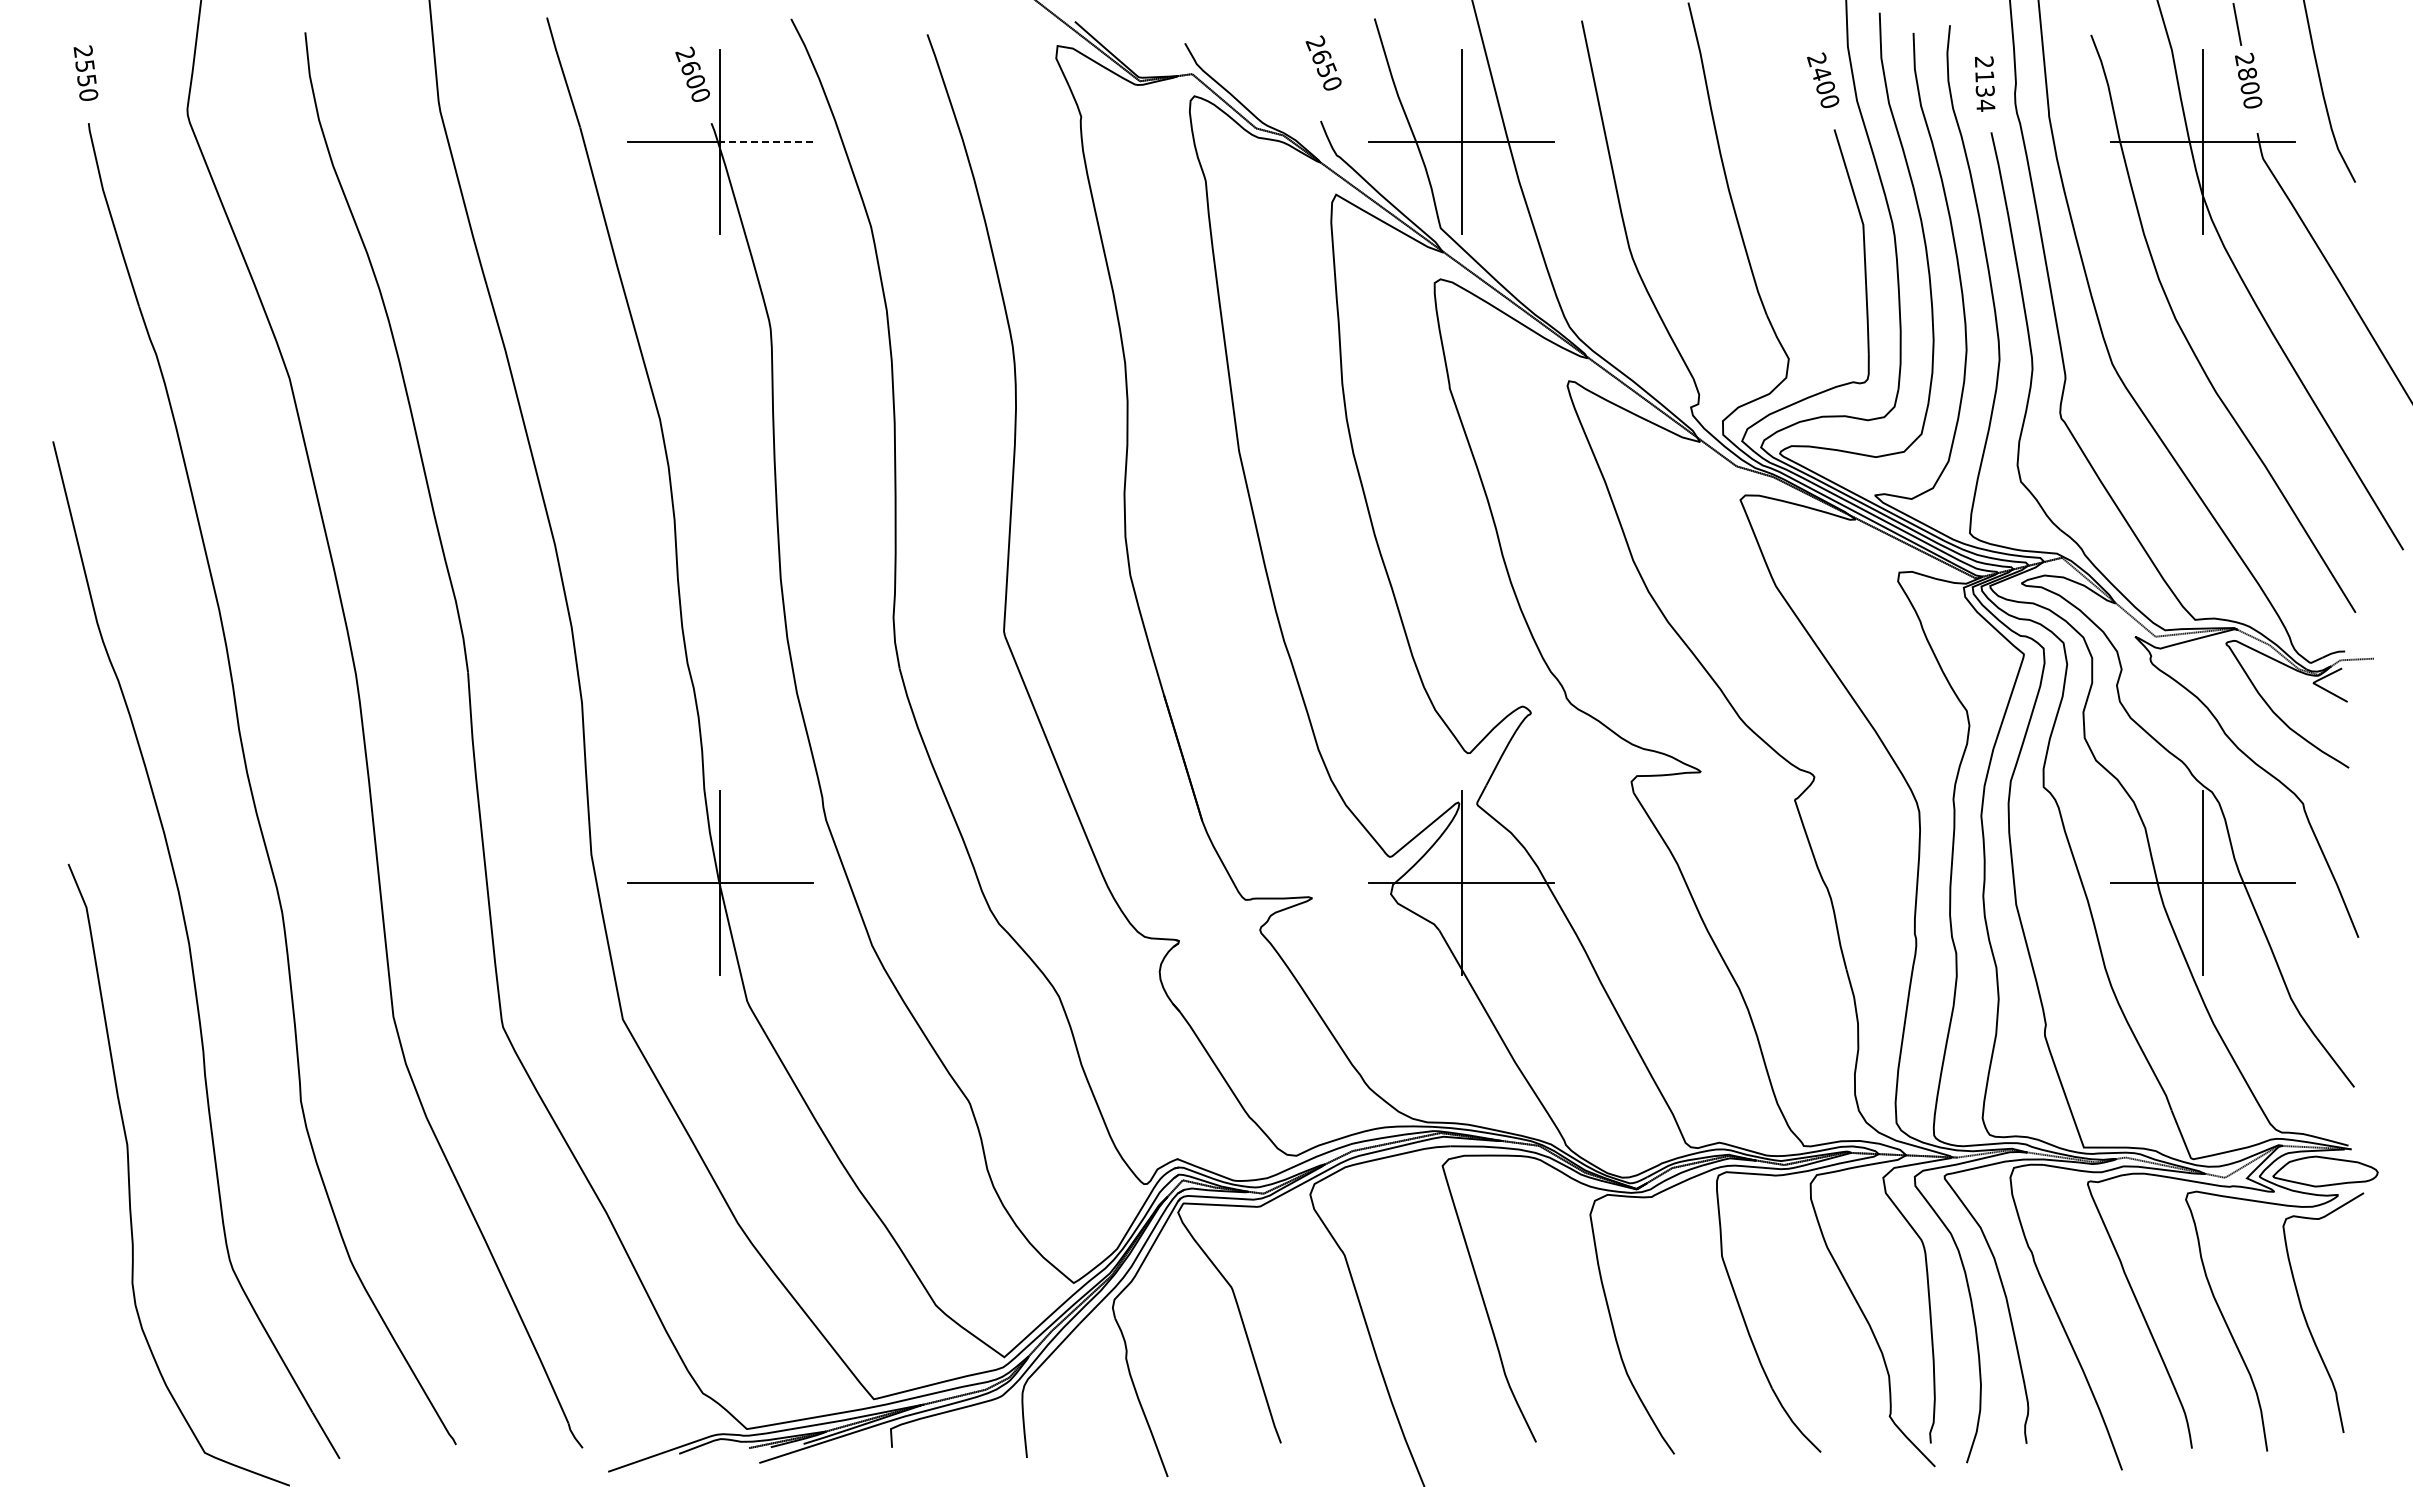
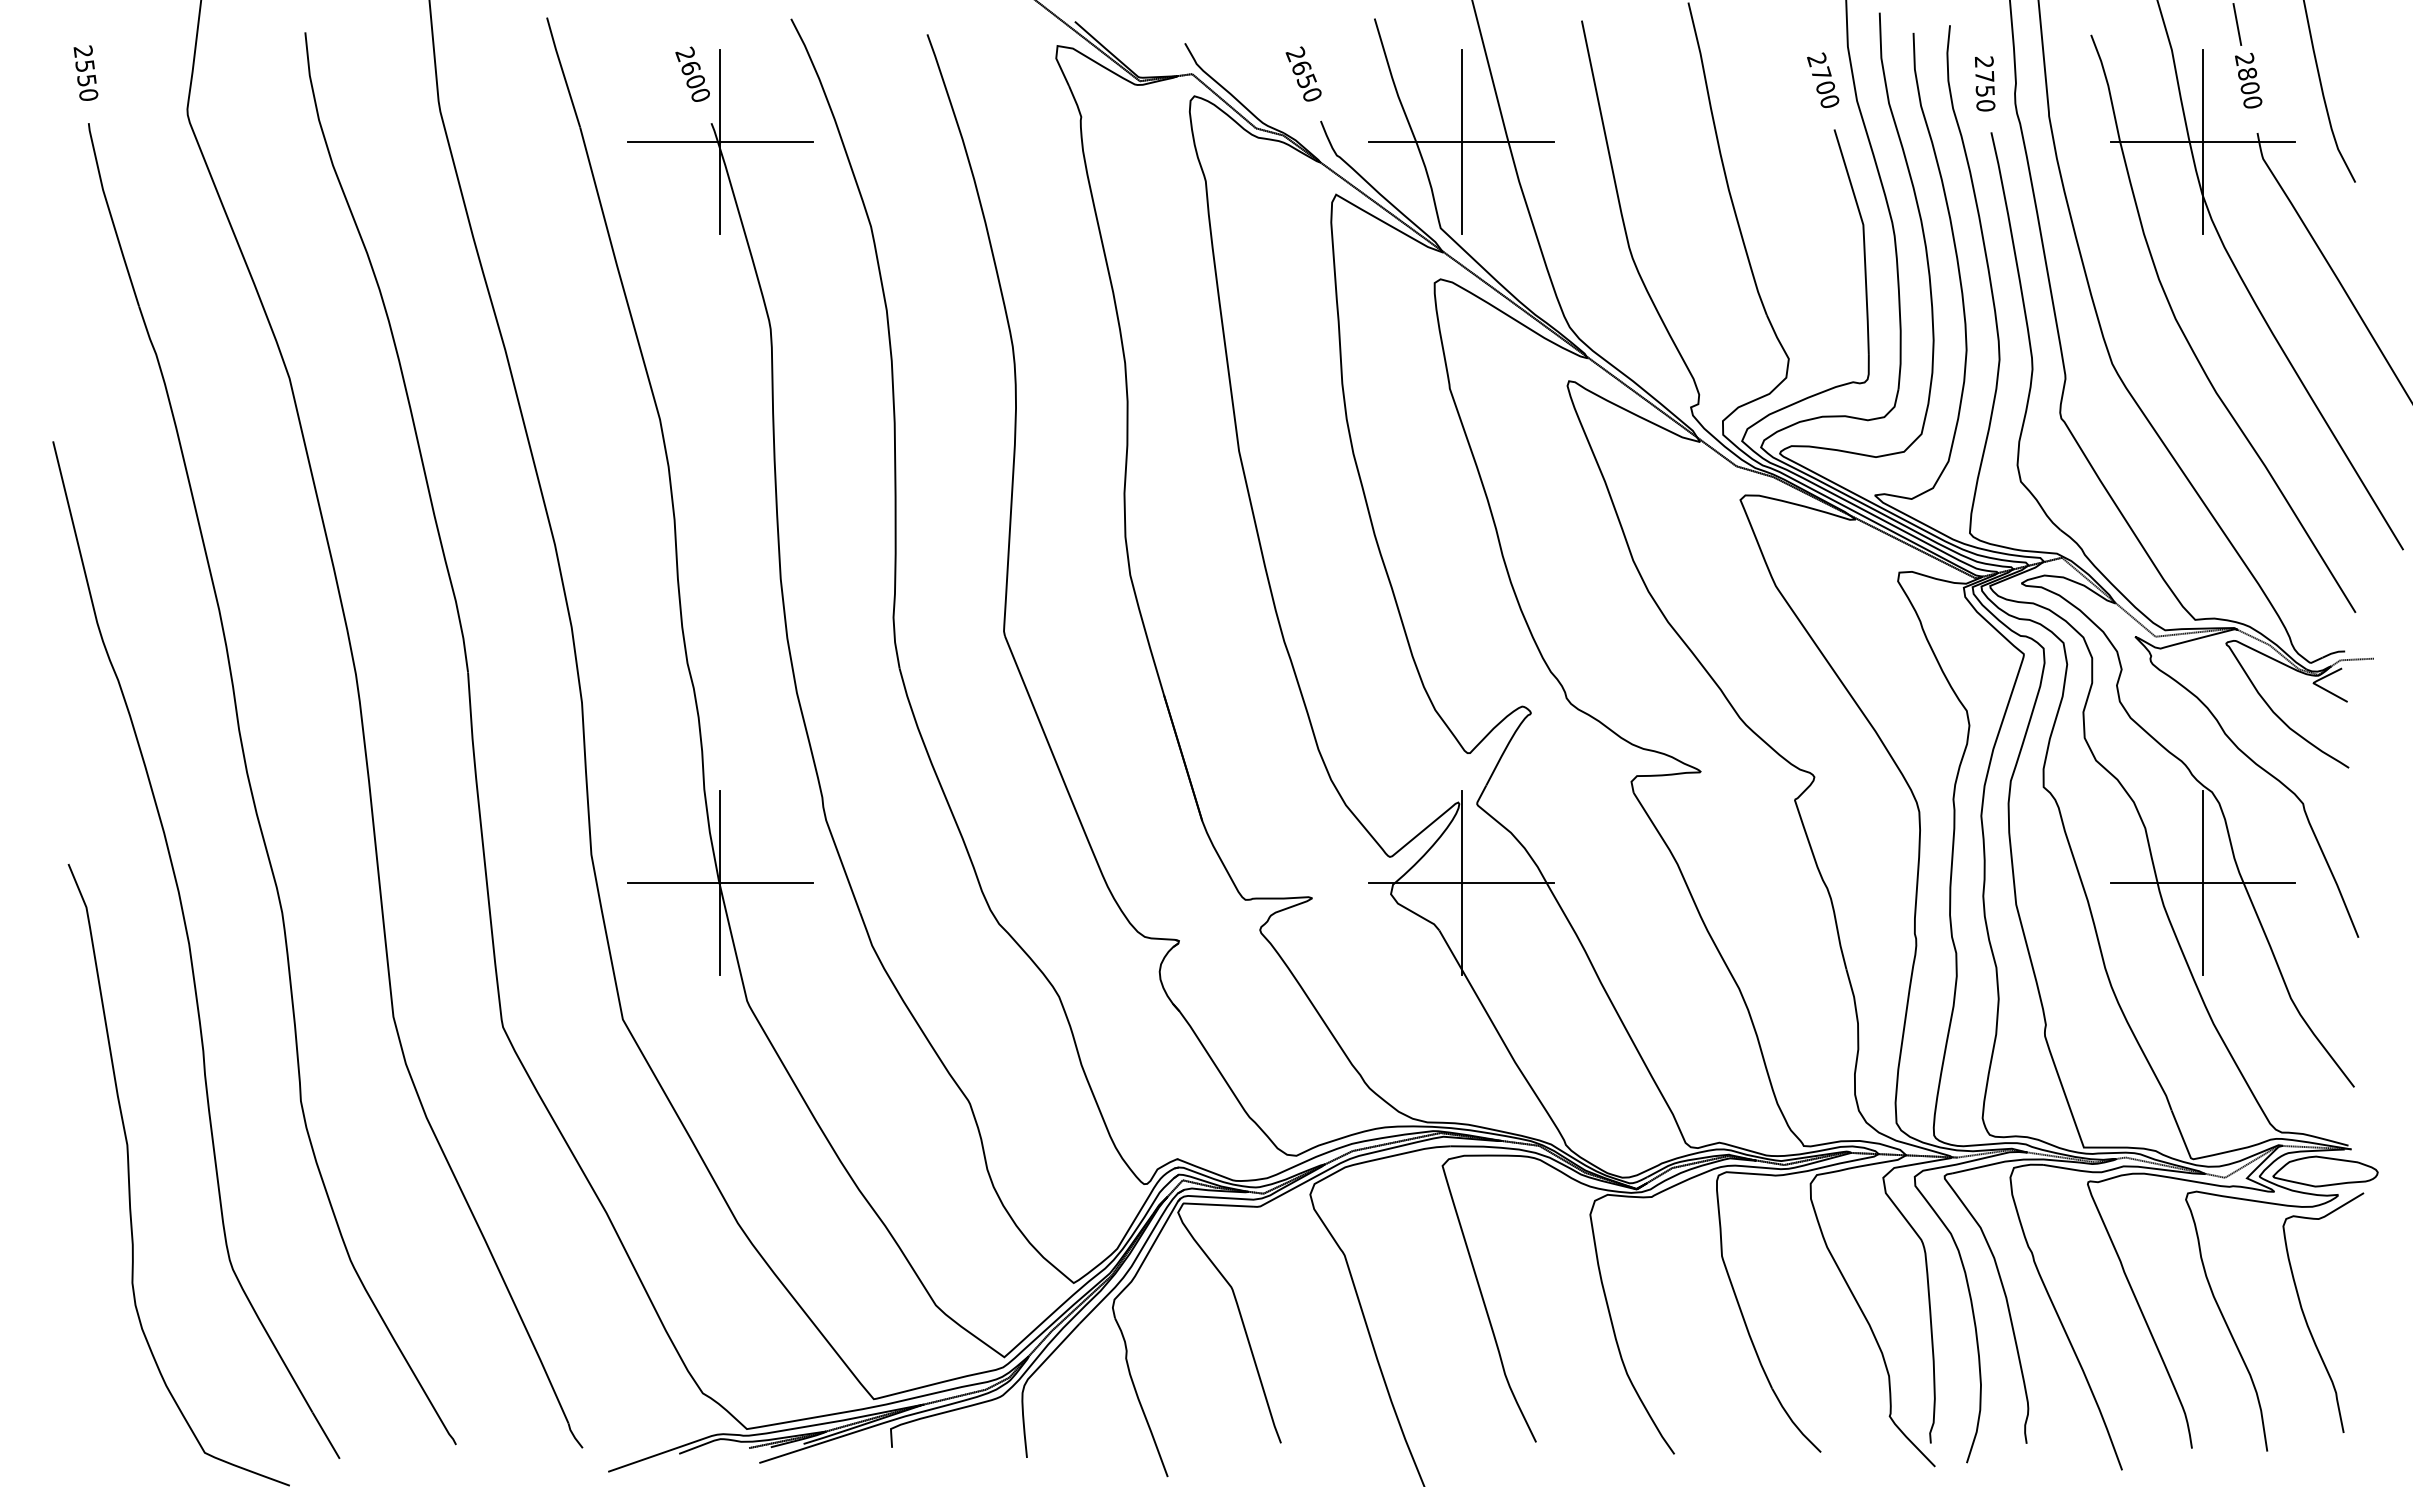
text at (1323, 62) position: (1323, 62) -> (1303, 73)
text at (1821, 73): 2400 -> 2700
text at (1985, 91): 2134 -> 2750
line at (765, 141): dashed -> solid
